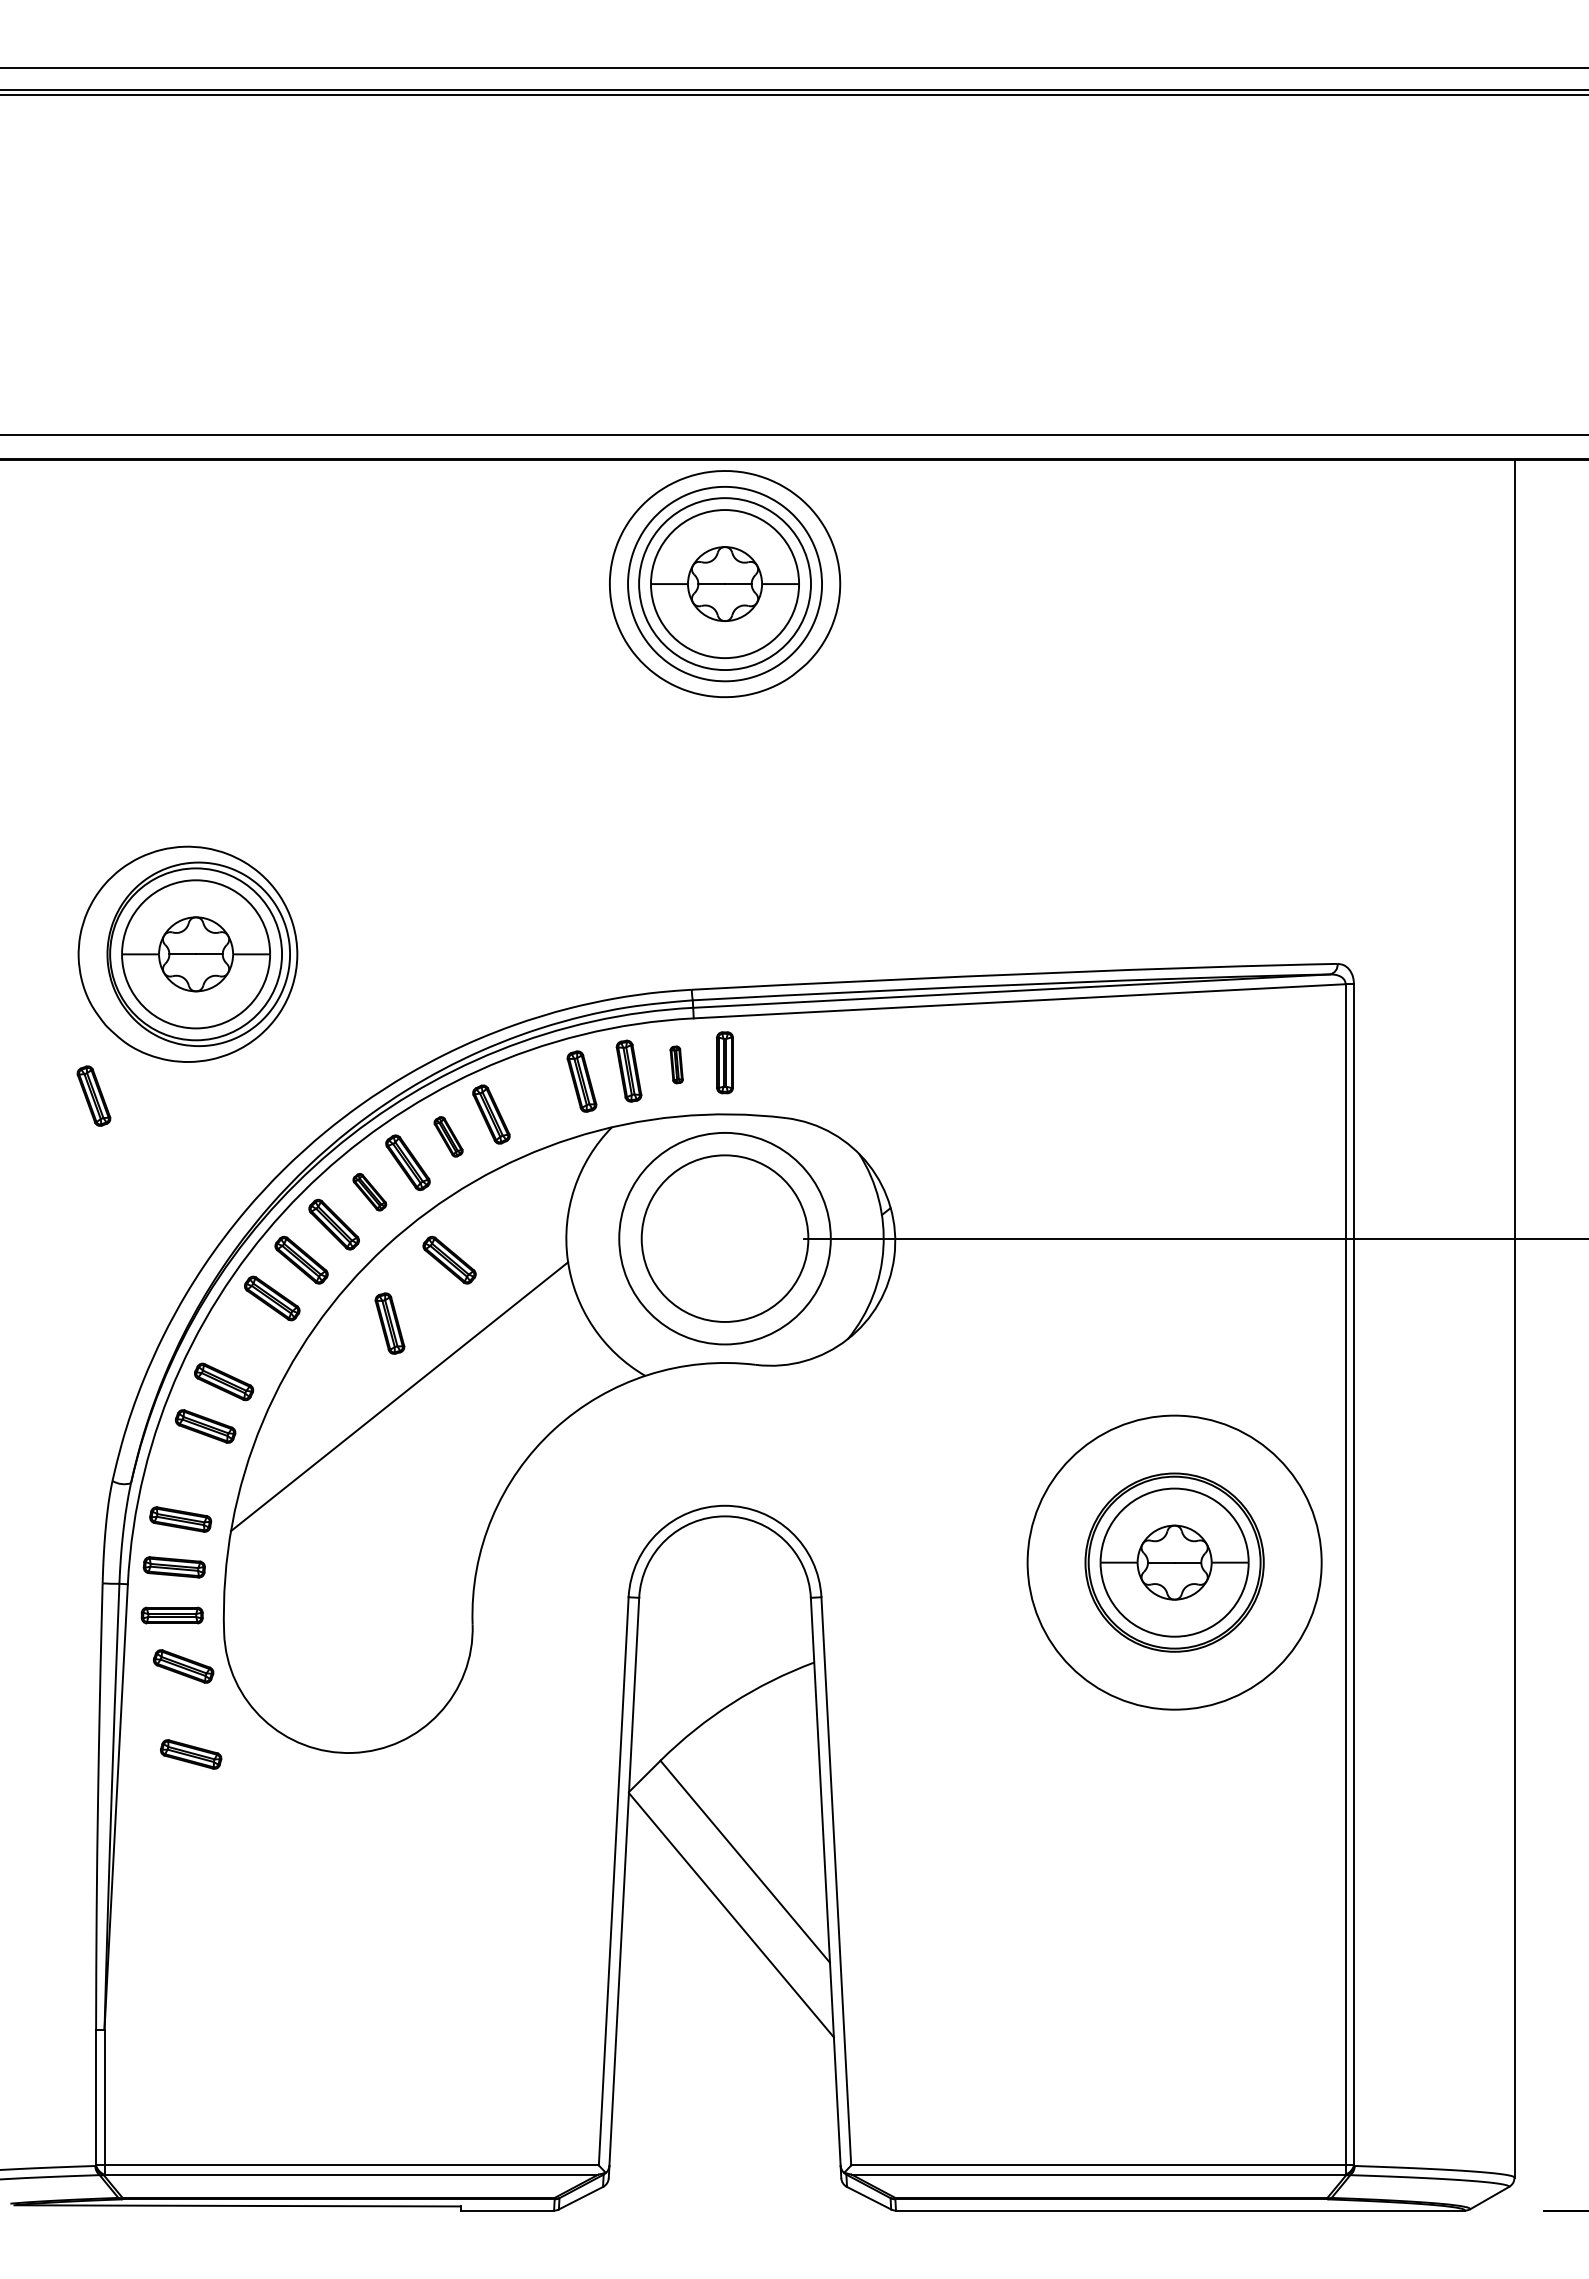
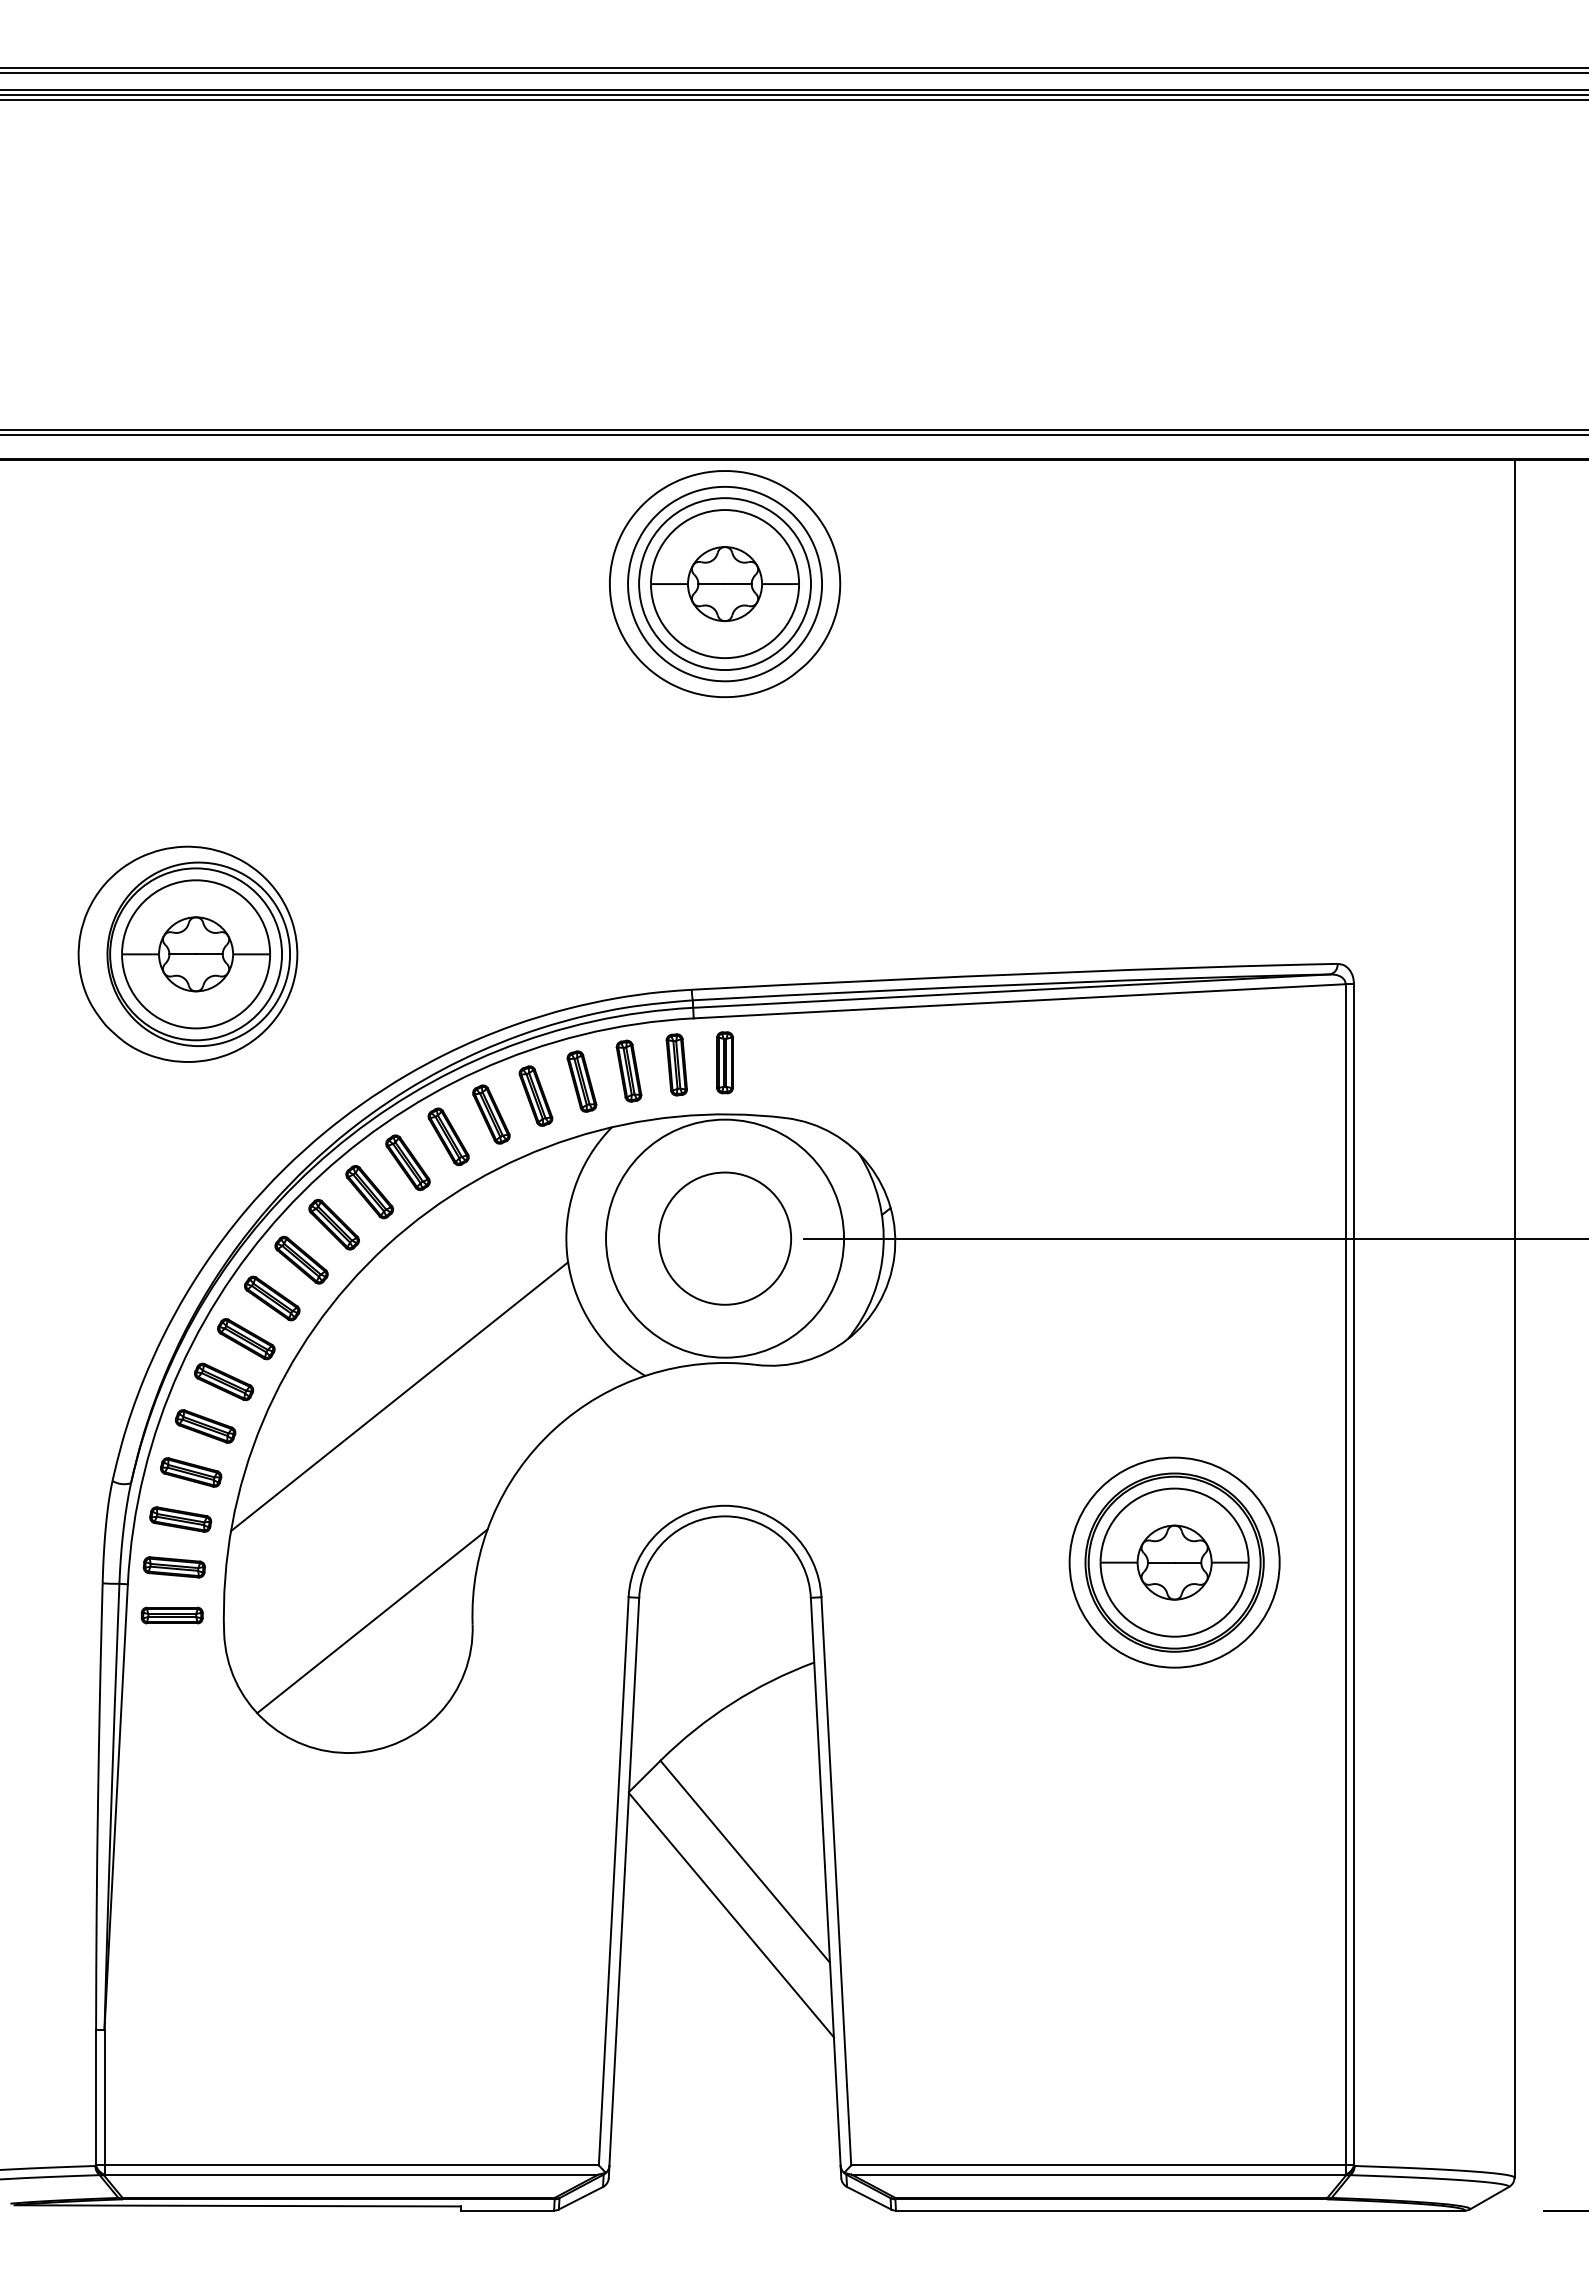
line at (793, 73): none -> present
line at (793, 100): none -> present
line at (793, 430): none -> present
part at (676, 1064) size: 15x40 px -> 23x64 px
part at (93, 1095) position: (93, 1095) -> (535, 1095)
part at (448, 1136) size: 31x42 px -> 43x60 px
part at (369, 1192) size: 36x39 px -> 50x55 px
circle at (724, 1238) diameter: 167 px -> 238 px
circle at (724, 1238) diameter: 212 px -> 132 px
part at (449, 1259): present -> none
part at (389, 1323): present -> none
part at (246, 1339): none -> present
circle at (1174, 1562) diameter: 294 px -> 210 px
line at (372, 1621): none -> present
part at (183, 1666): present -> none
part at (191, 1754) position: (191, 1754) -> (191, 1472)
